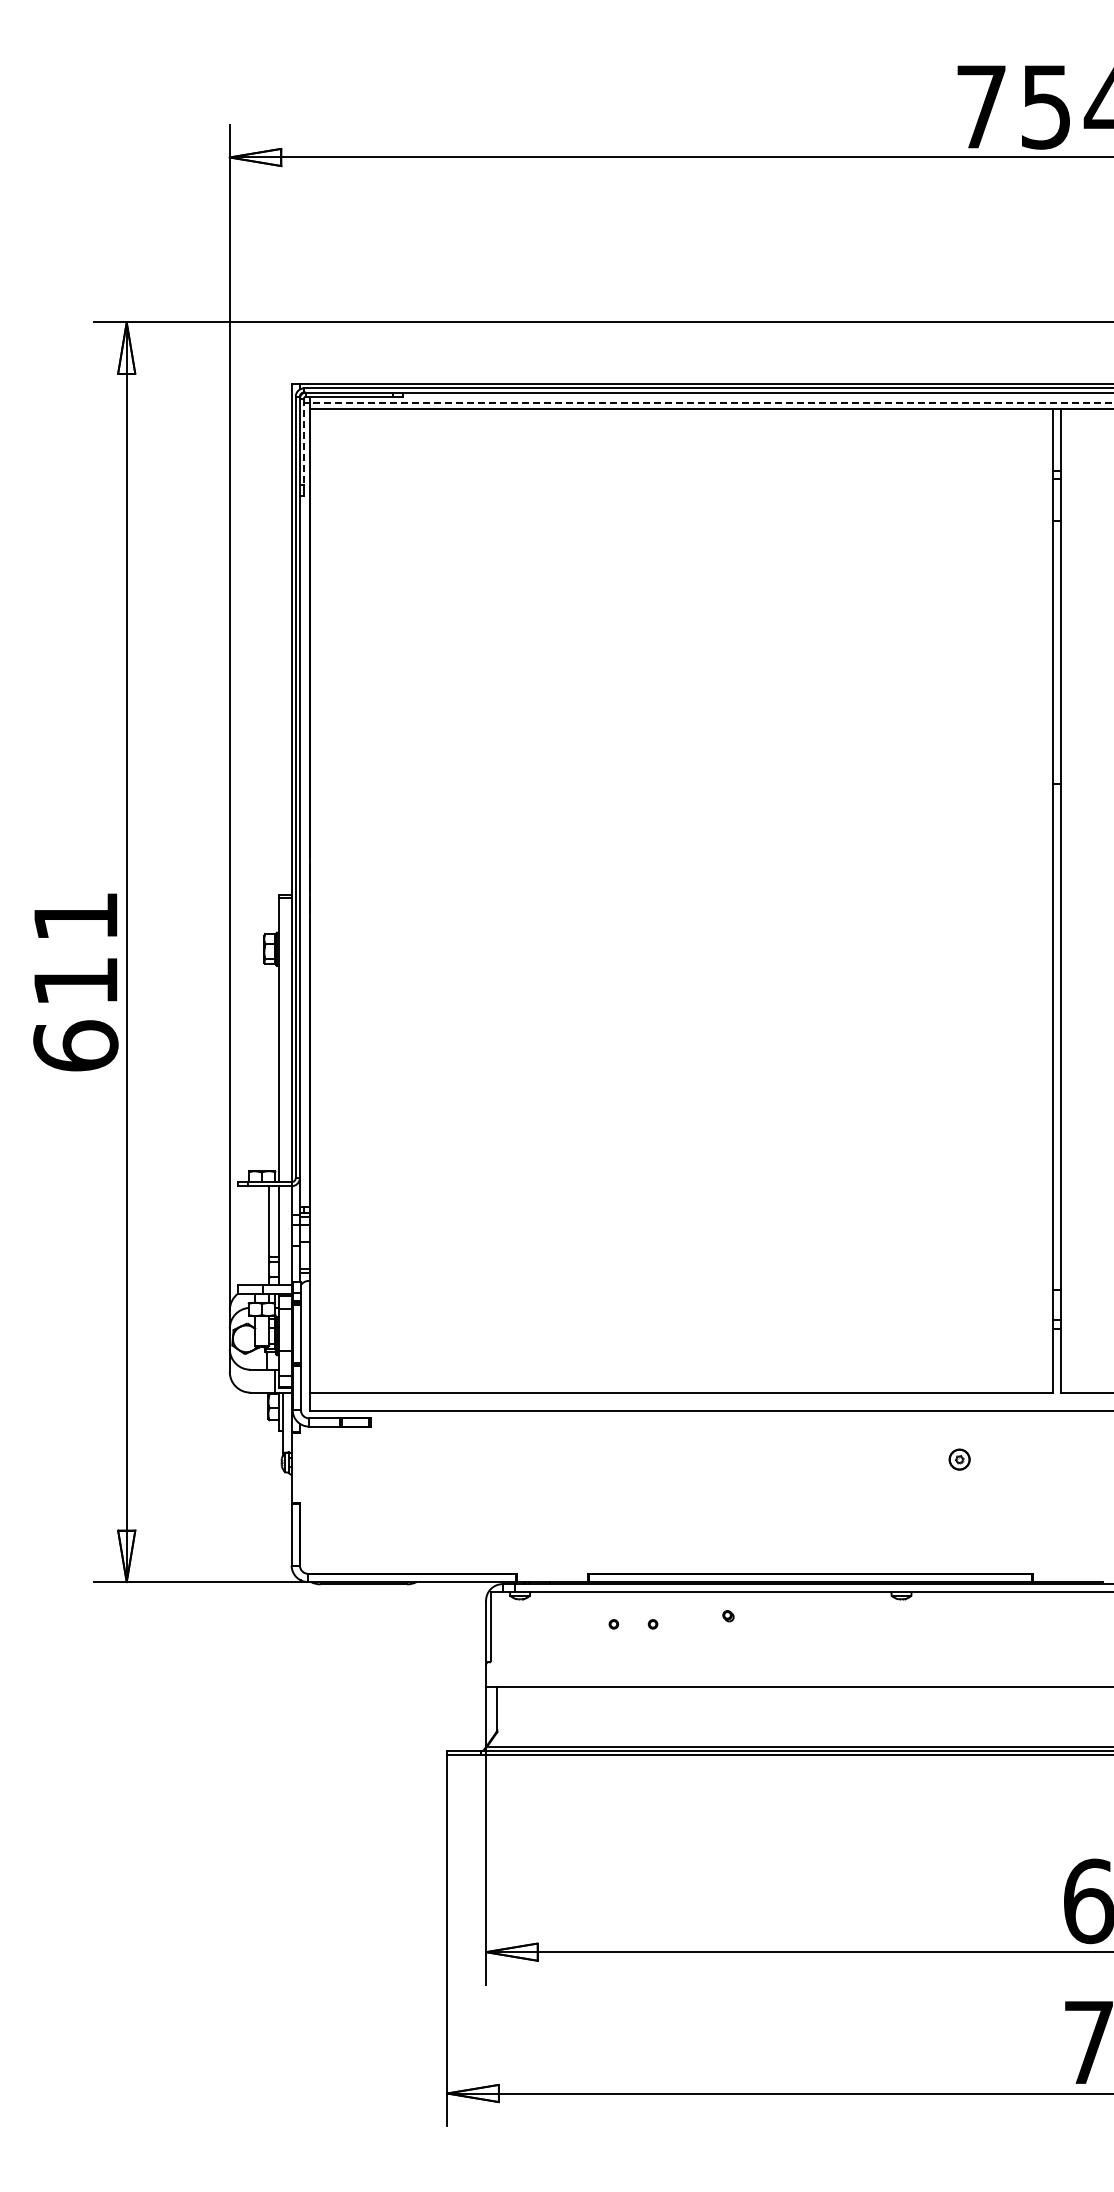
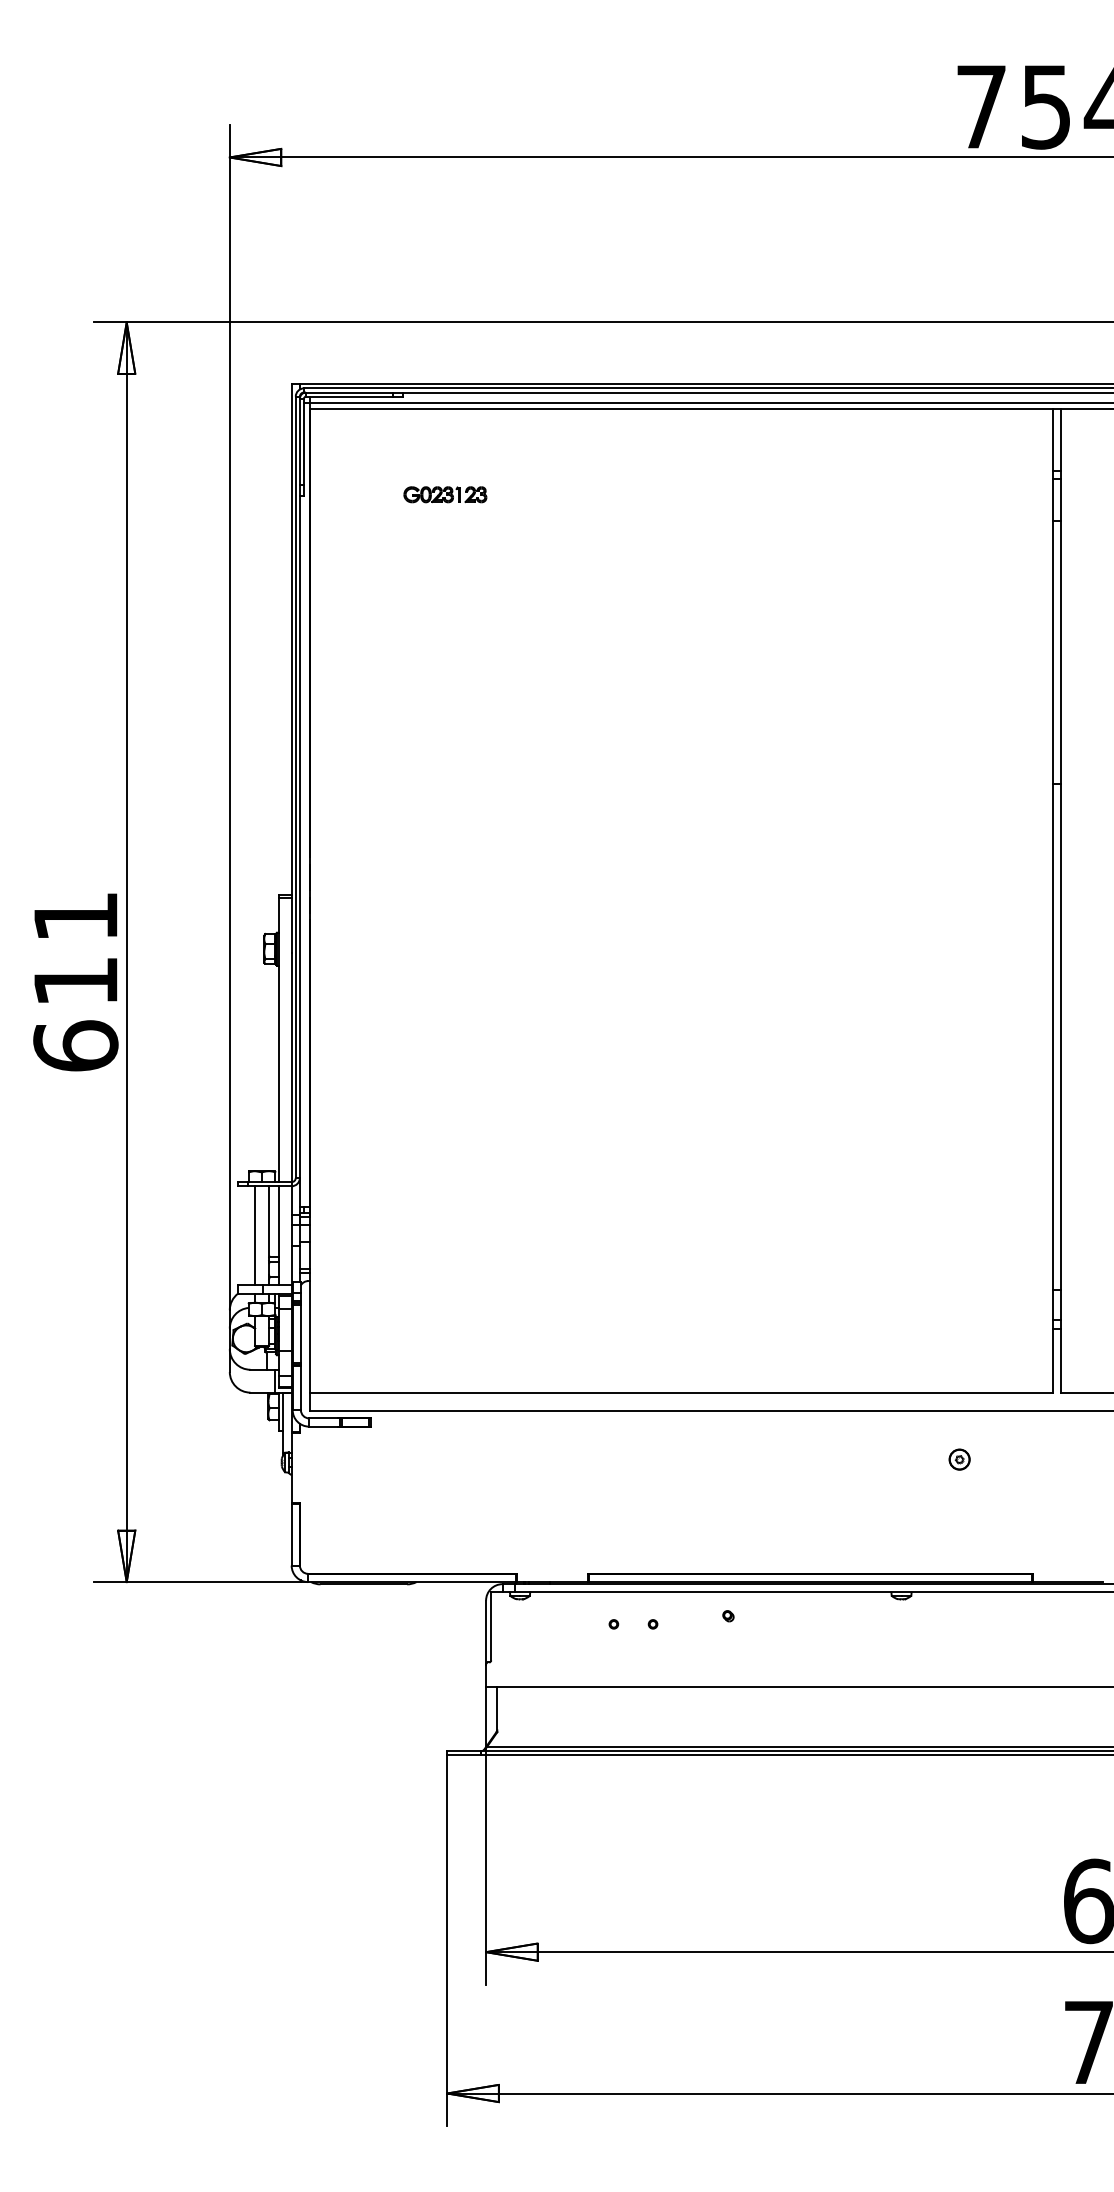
line at (711, 402): dashed -> solid
line at (304, 442): dashed -> solid
part at (445, 494): none -> present
line at (255, 1235): none -> present
